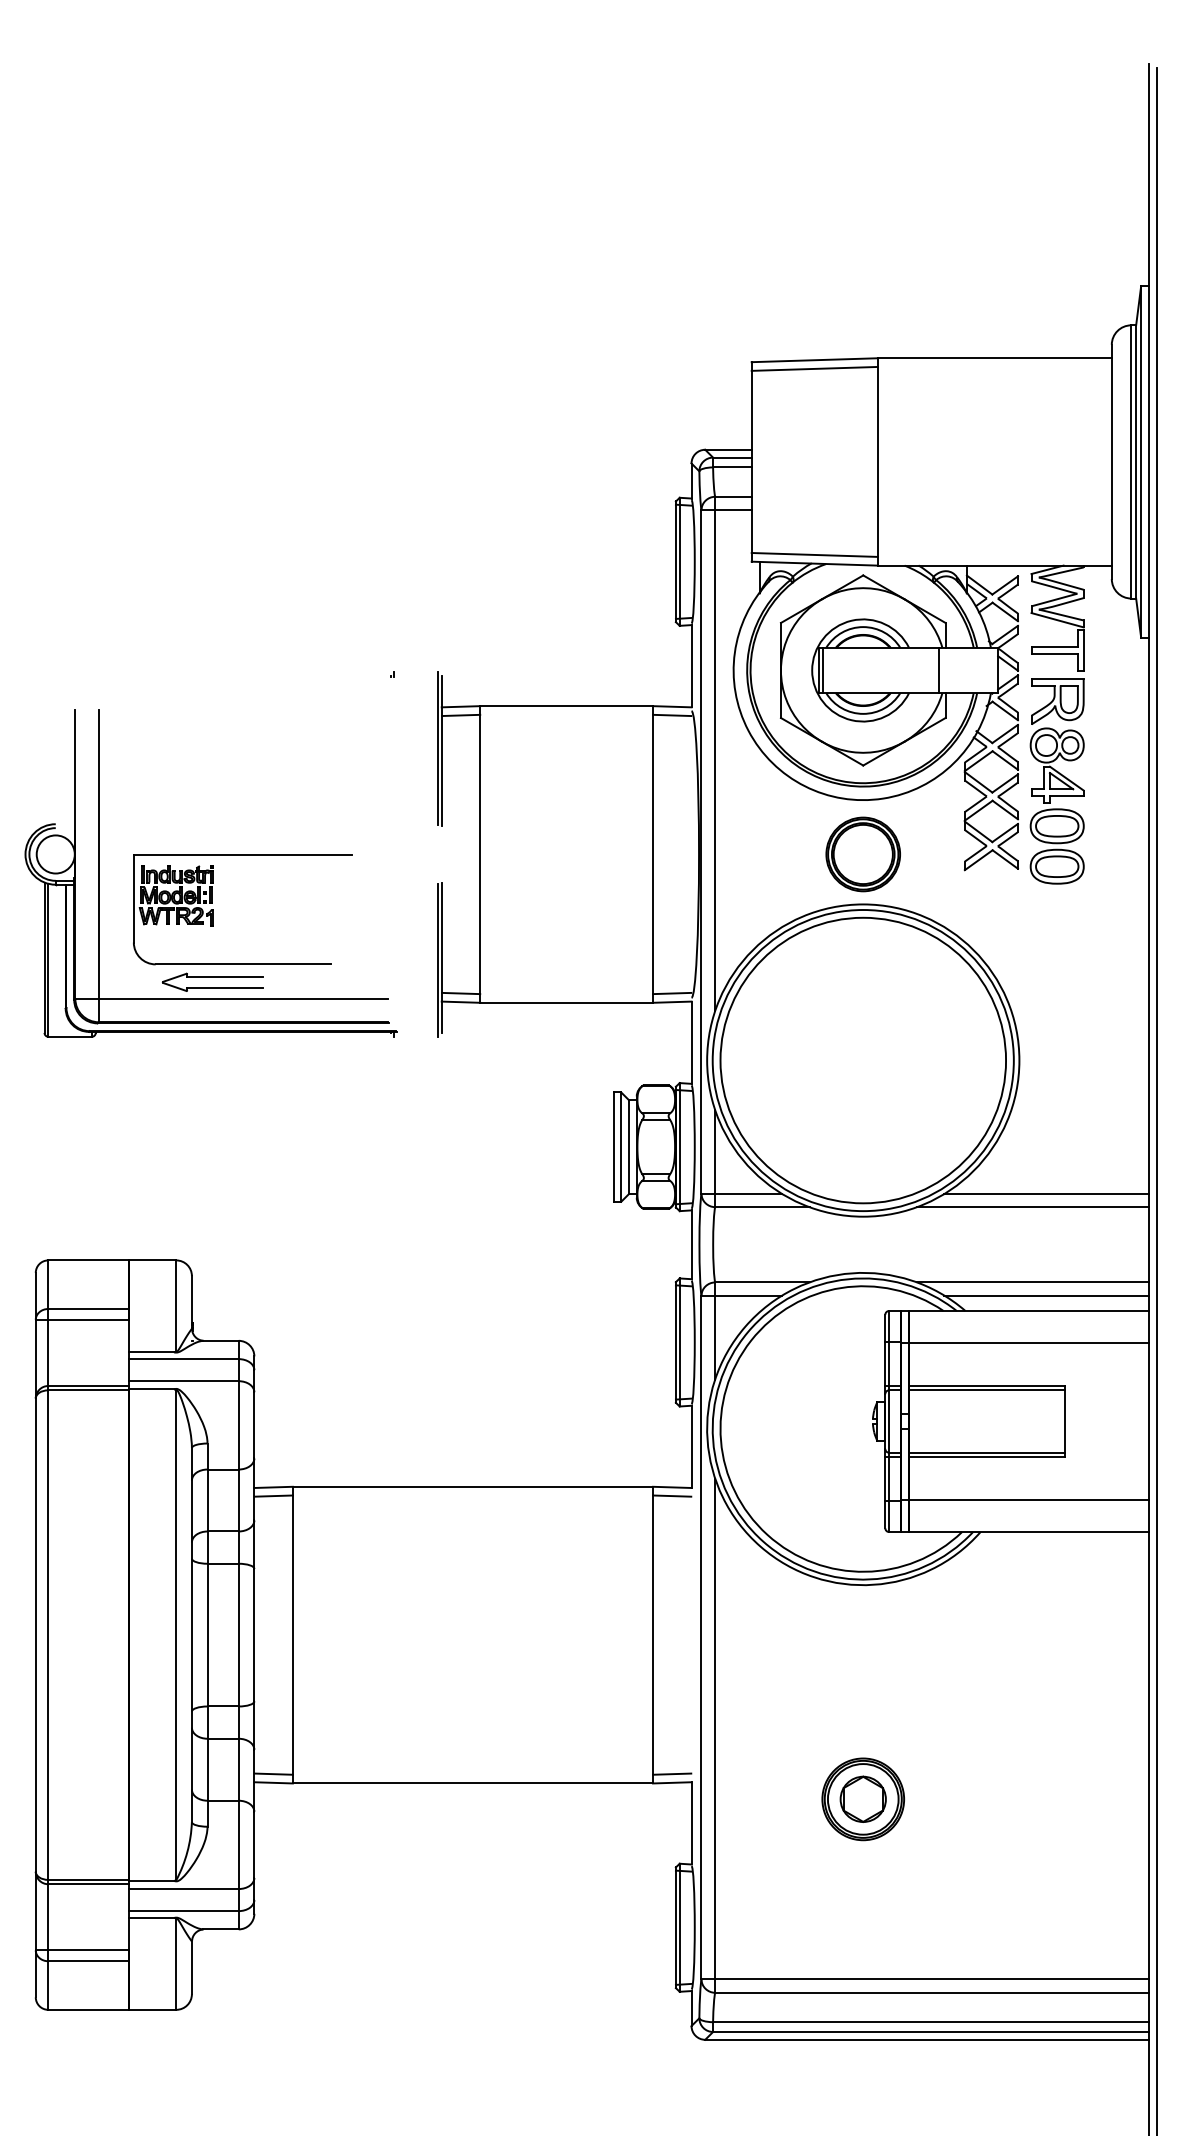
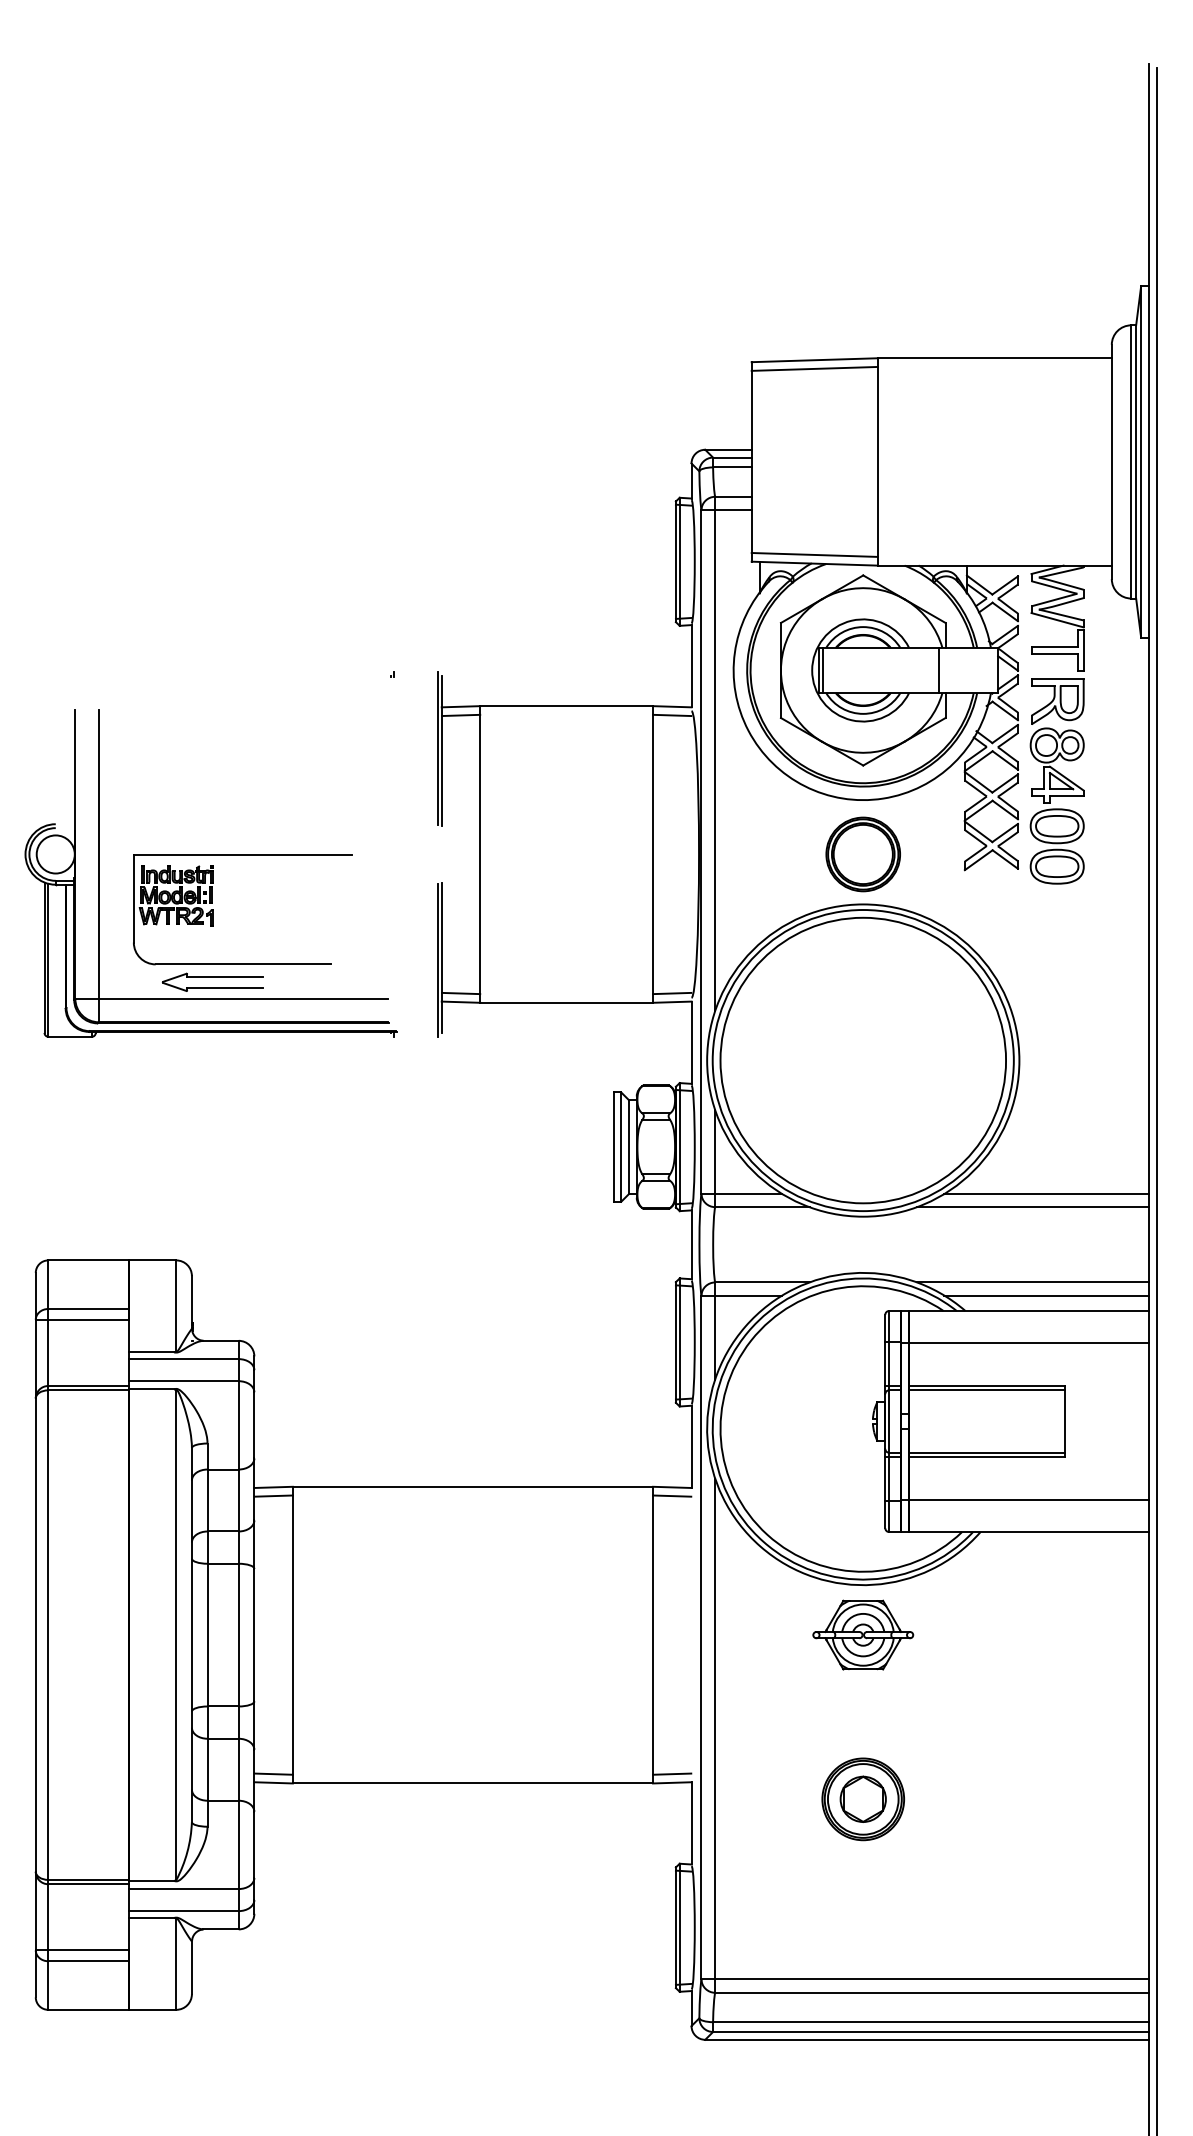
part at (863, 1634): none -> present
